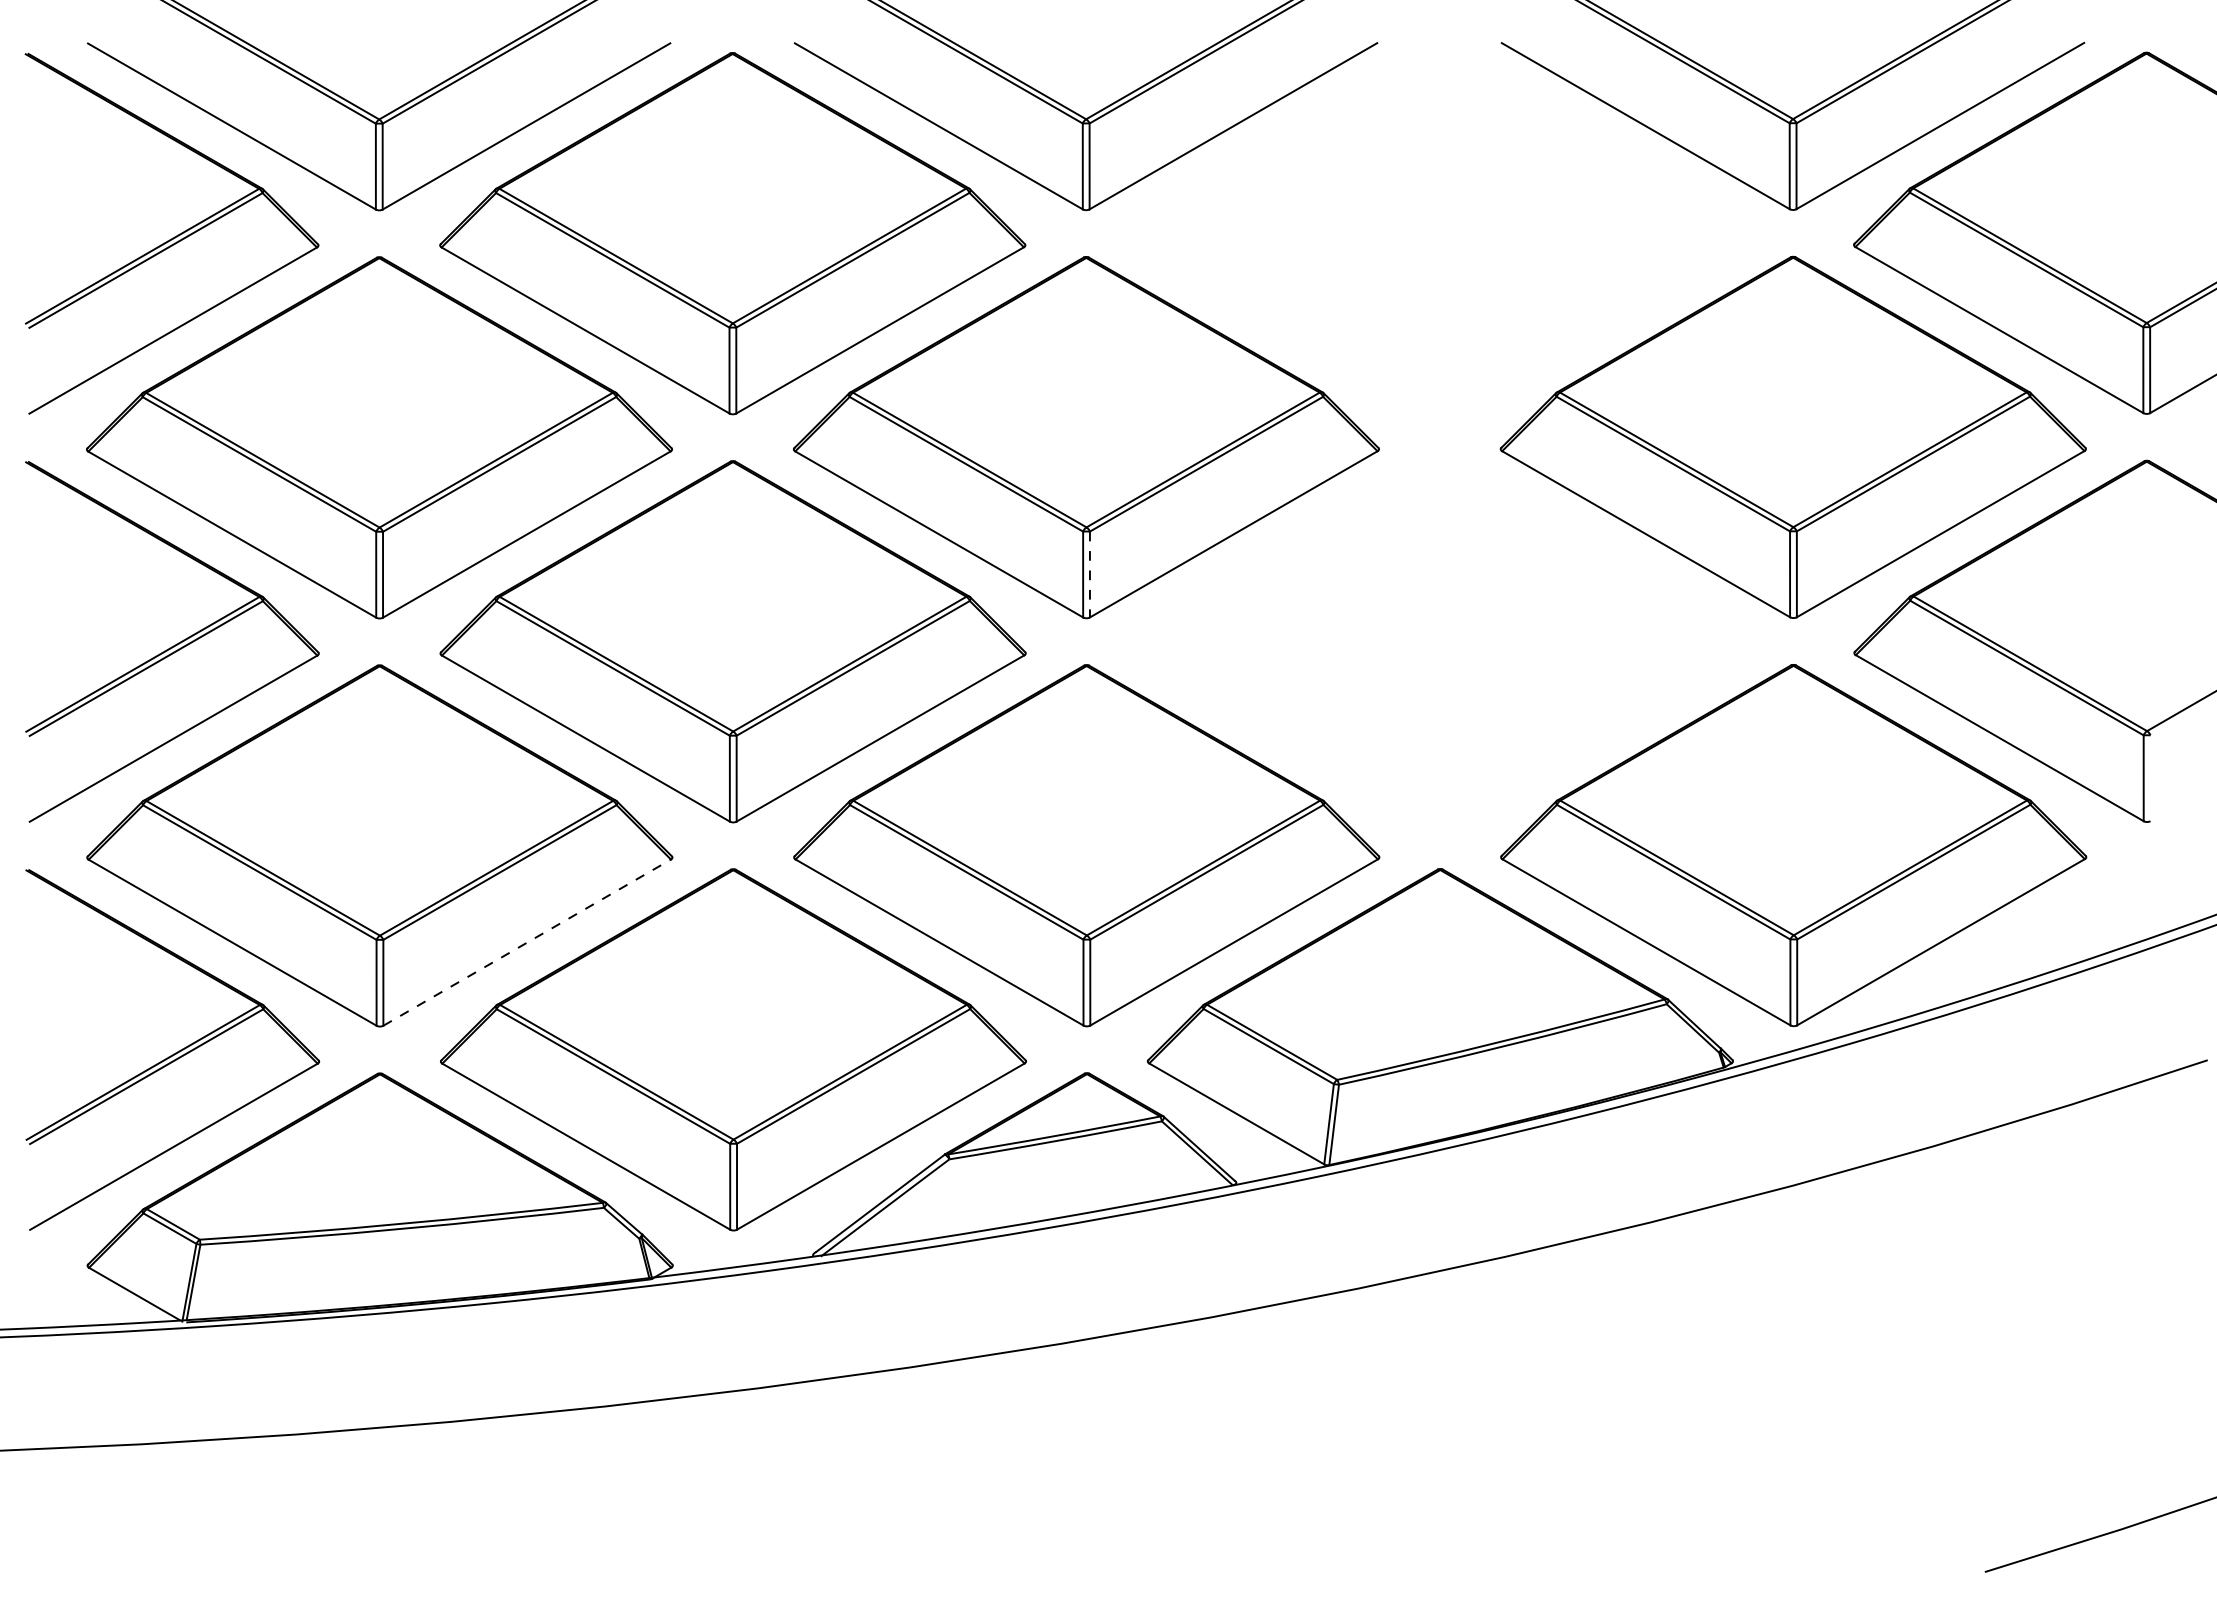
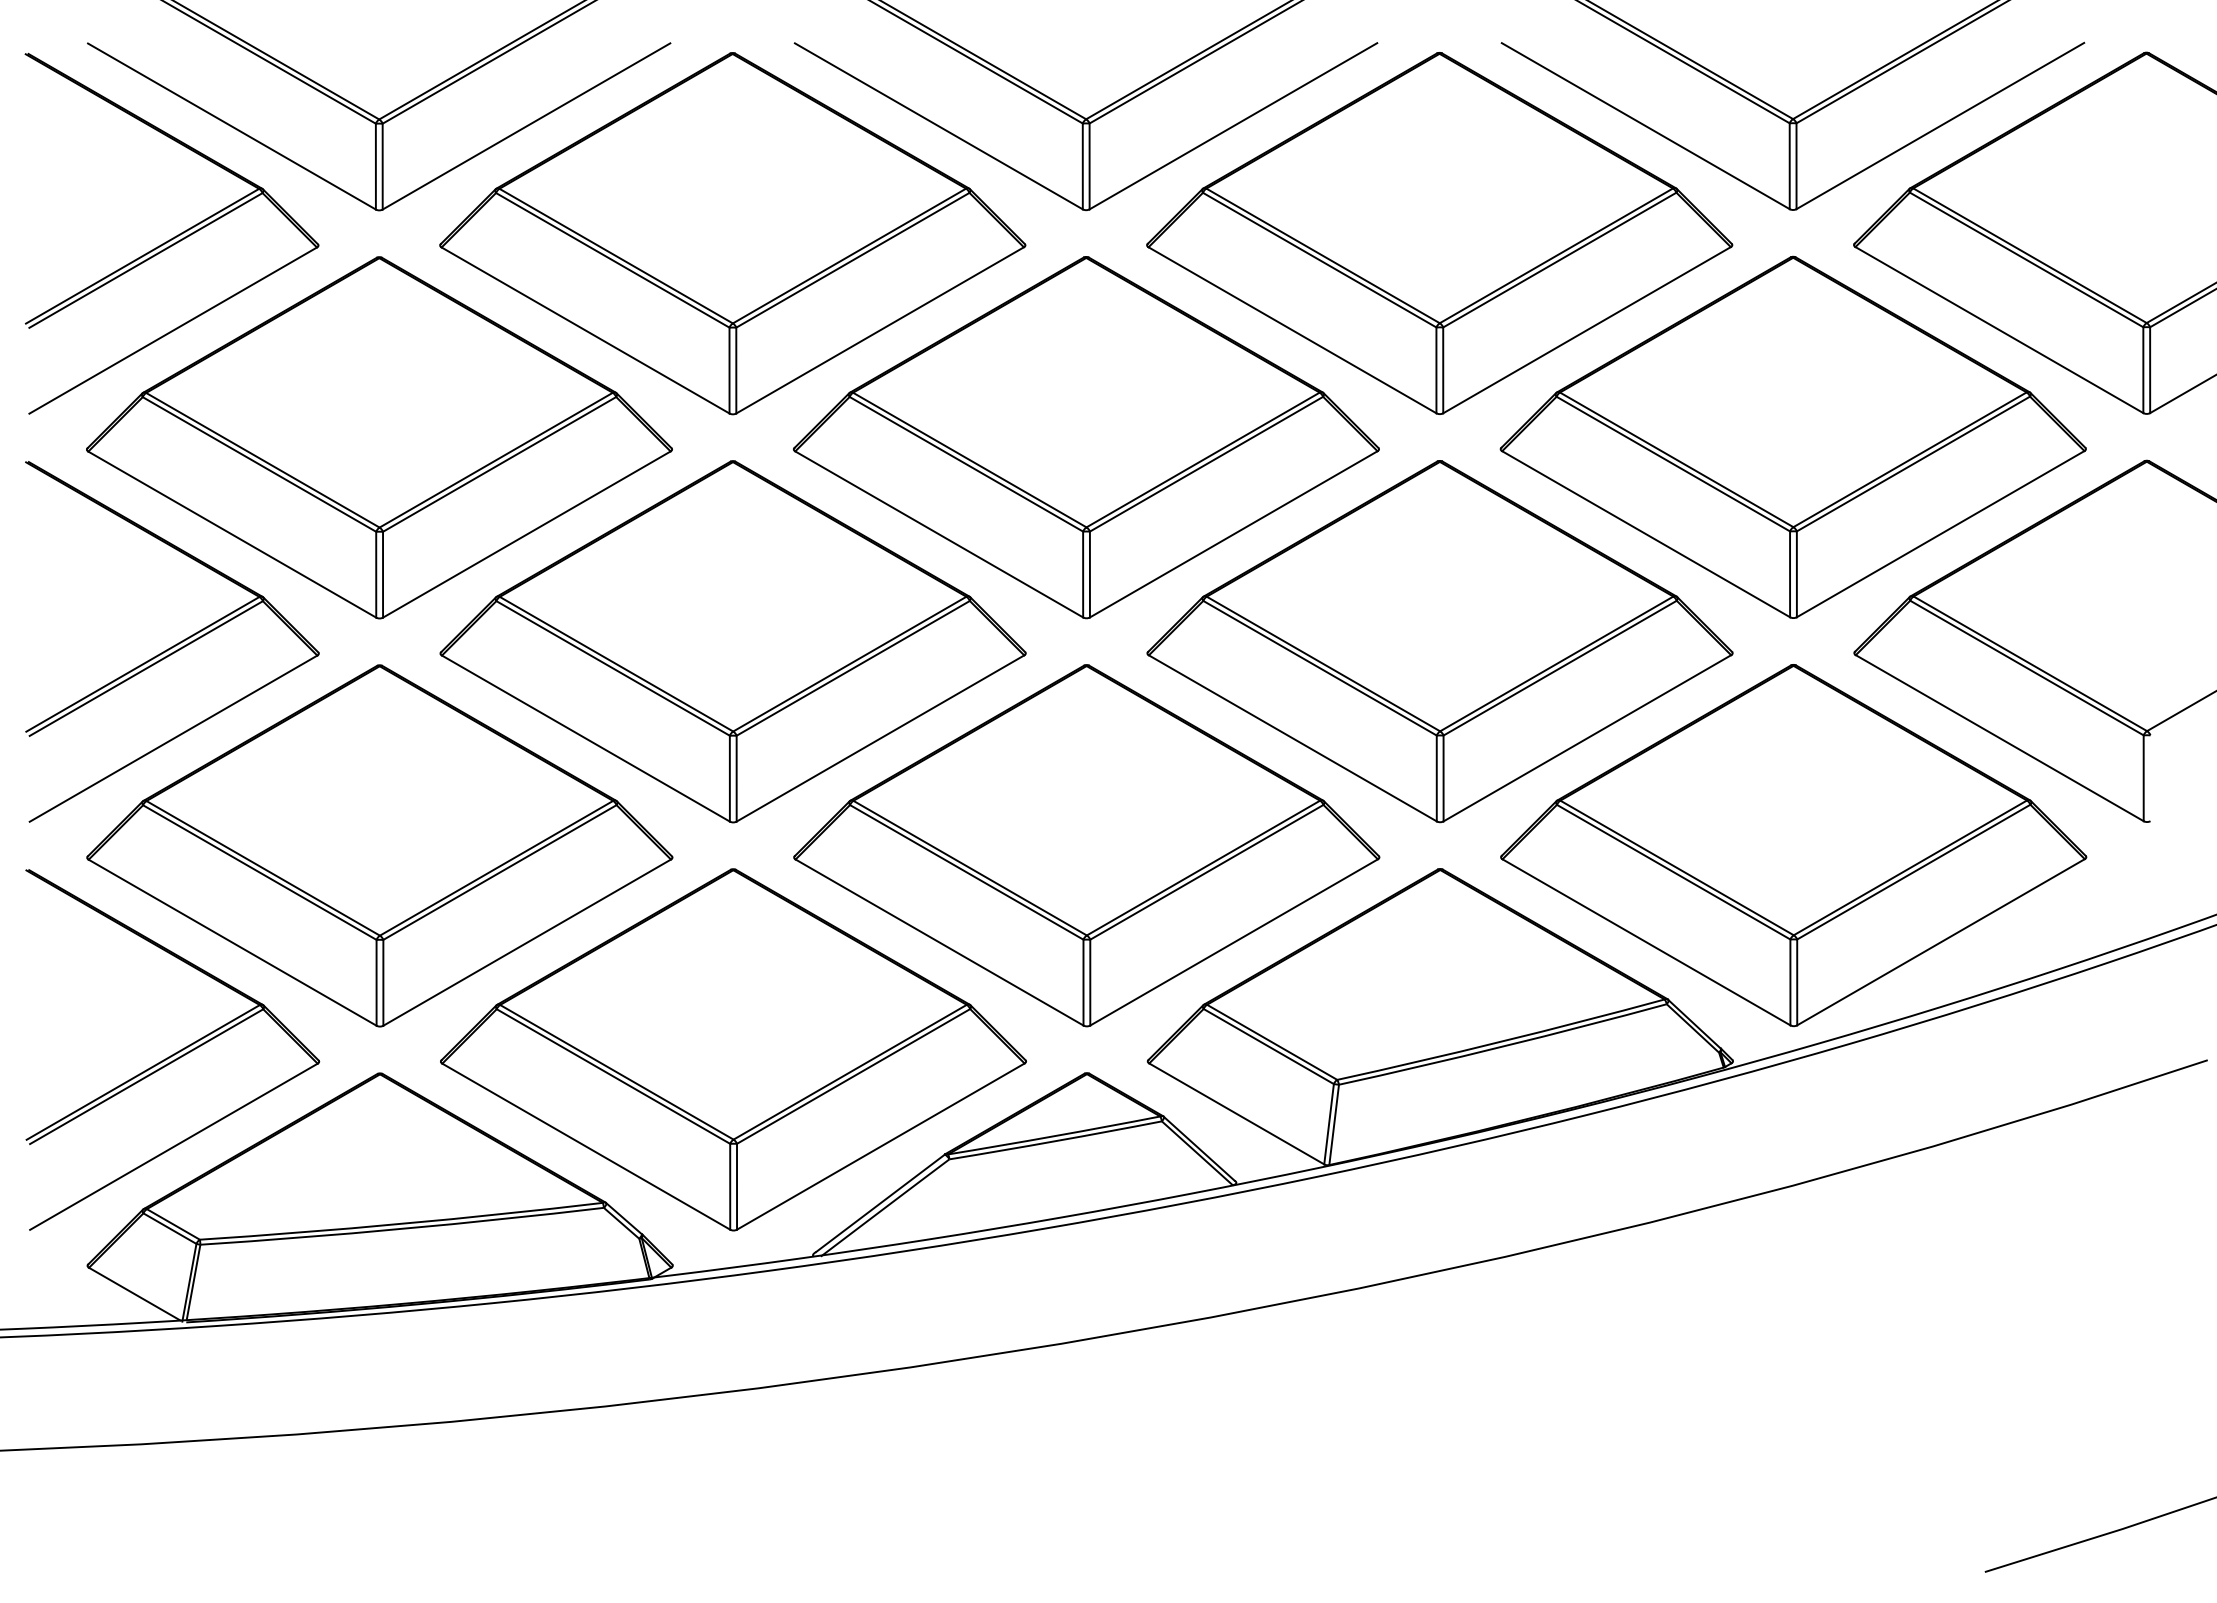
part at (1439, 233): none -> present
line at (1089, 574): dashed -> solid
part at (1439, 641): none -> present
line at (527, 942): dashed -> solid
